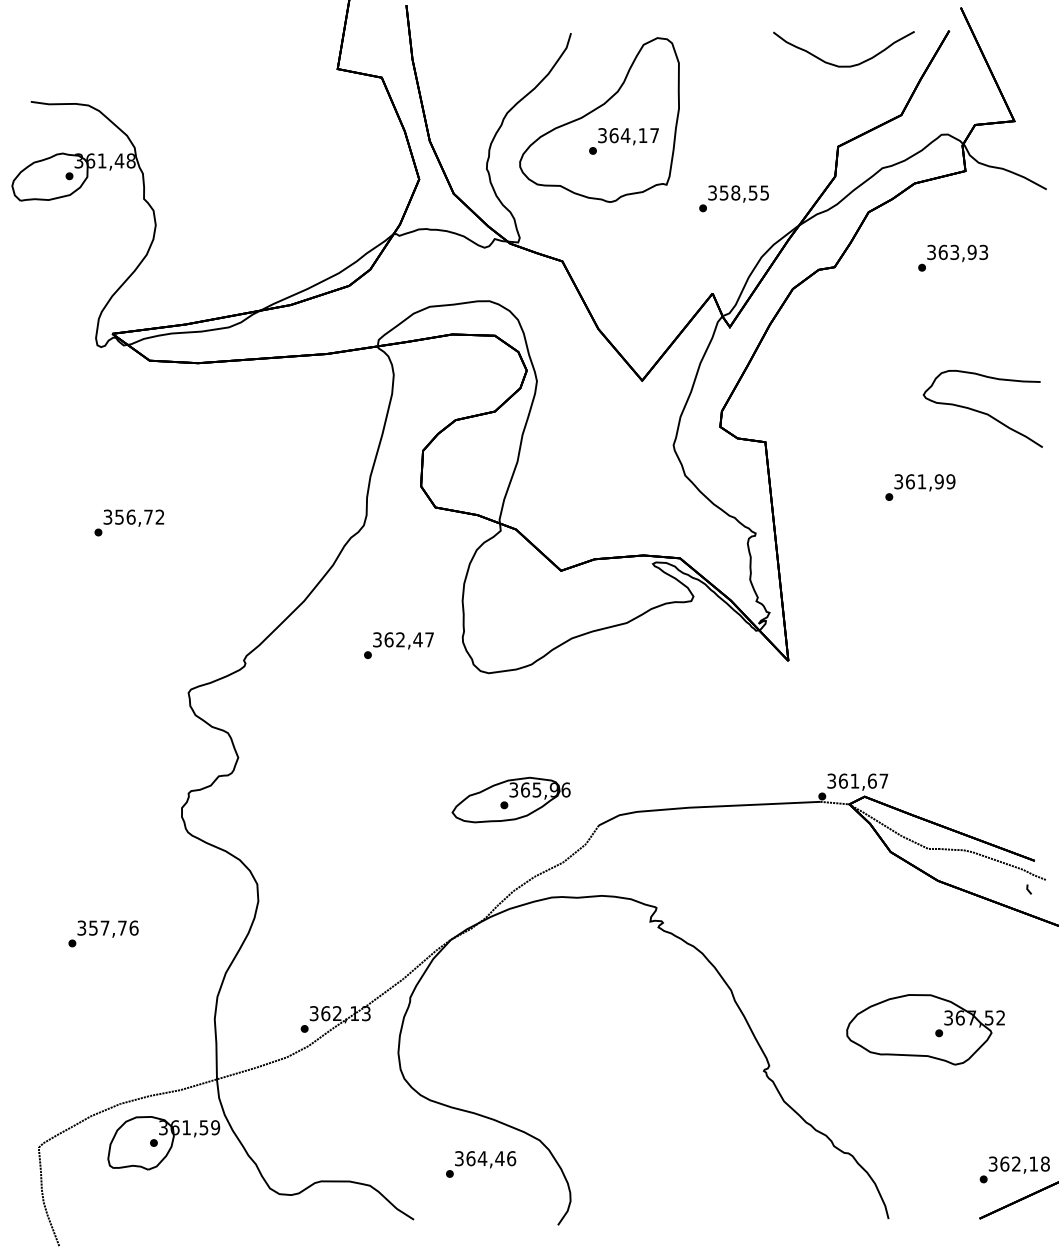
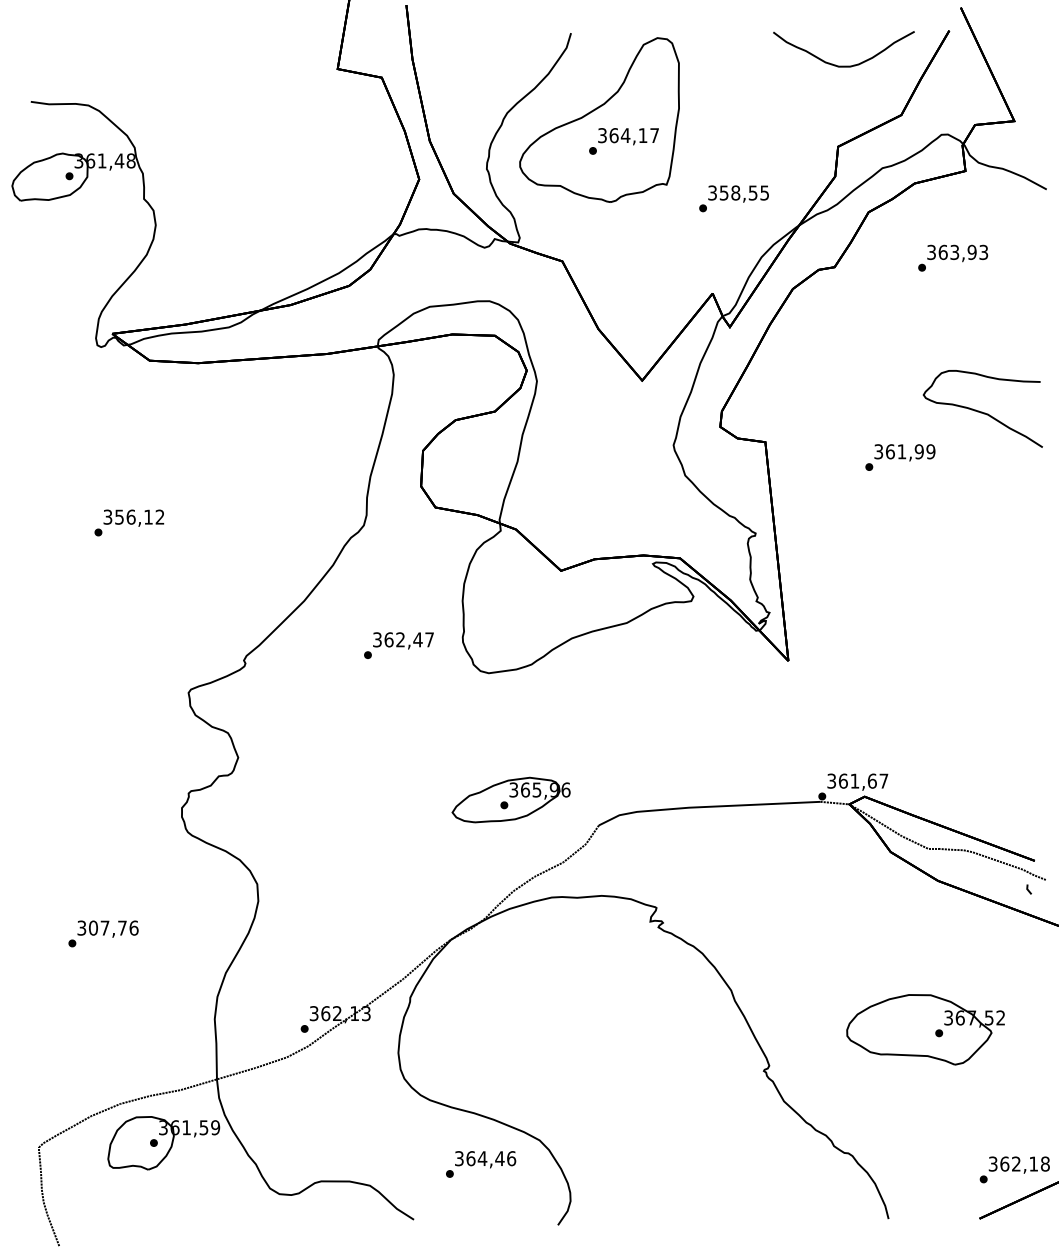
text at (920, 487) position: (920, 487) -> (900, 457)
text at (148, 516): 356,72 -> 356,12
text at (93, 927): 357,76 -> 307,76
